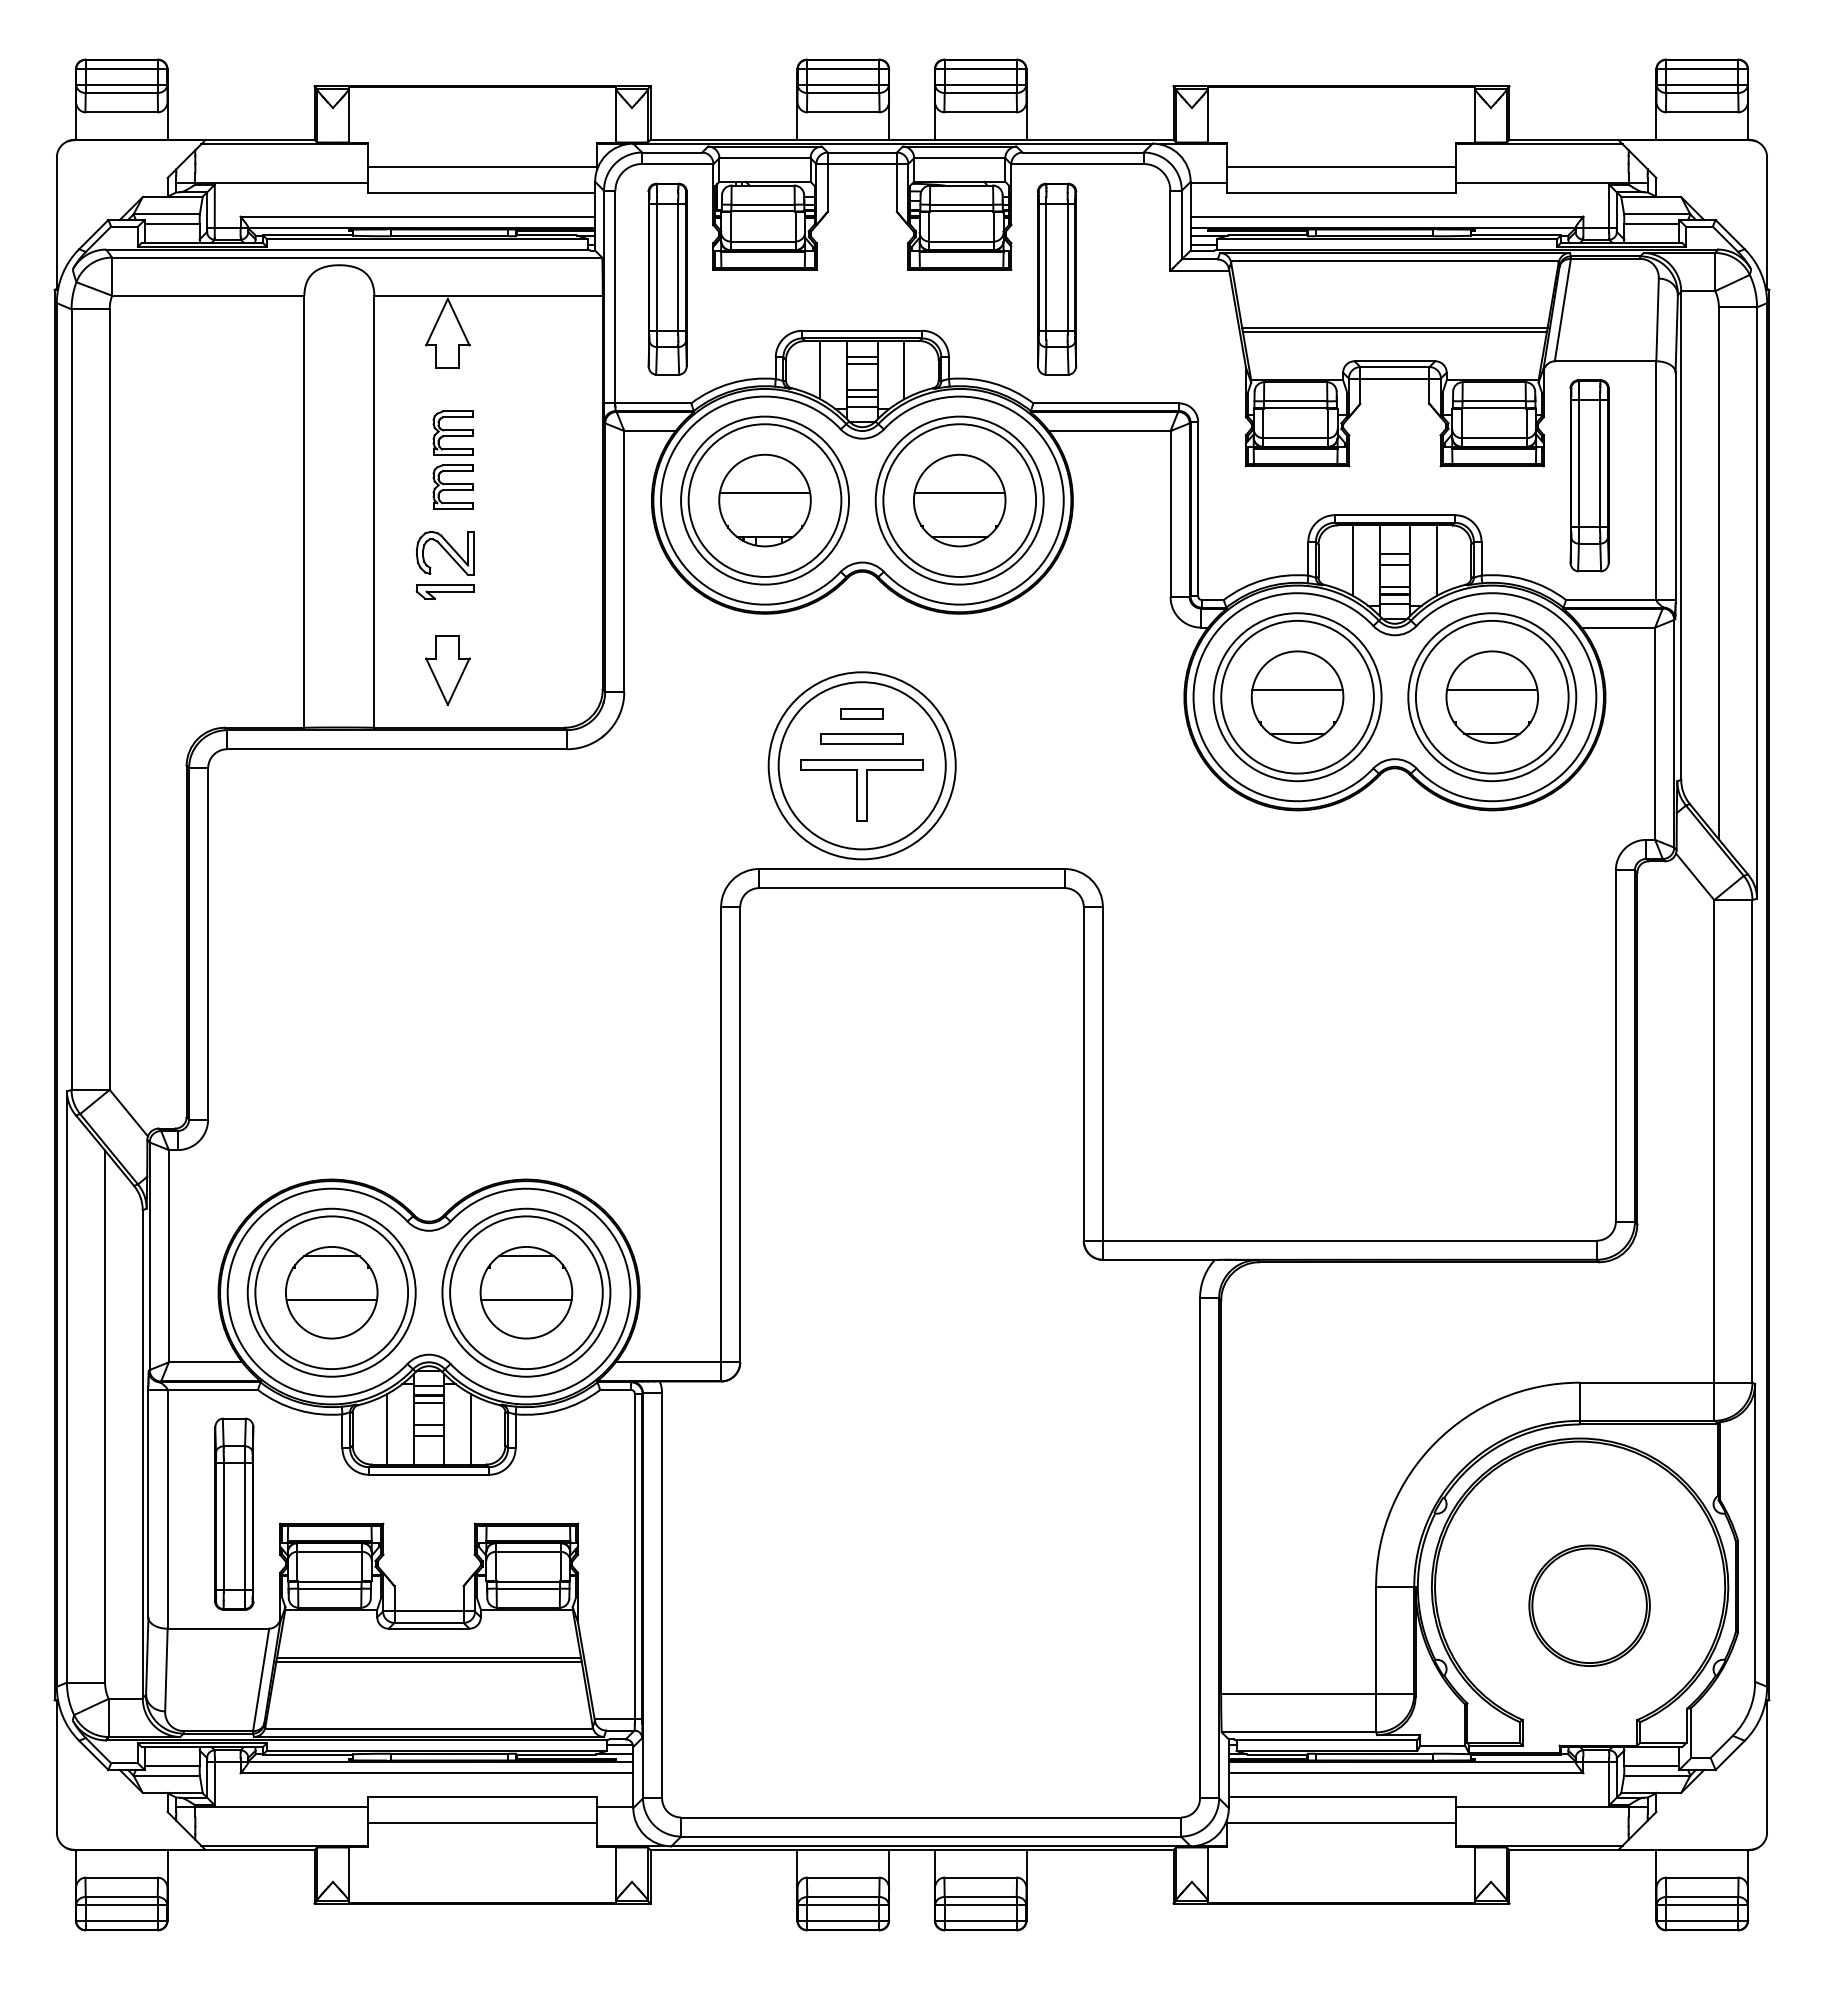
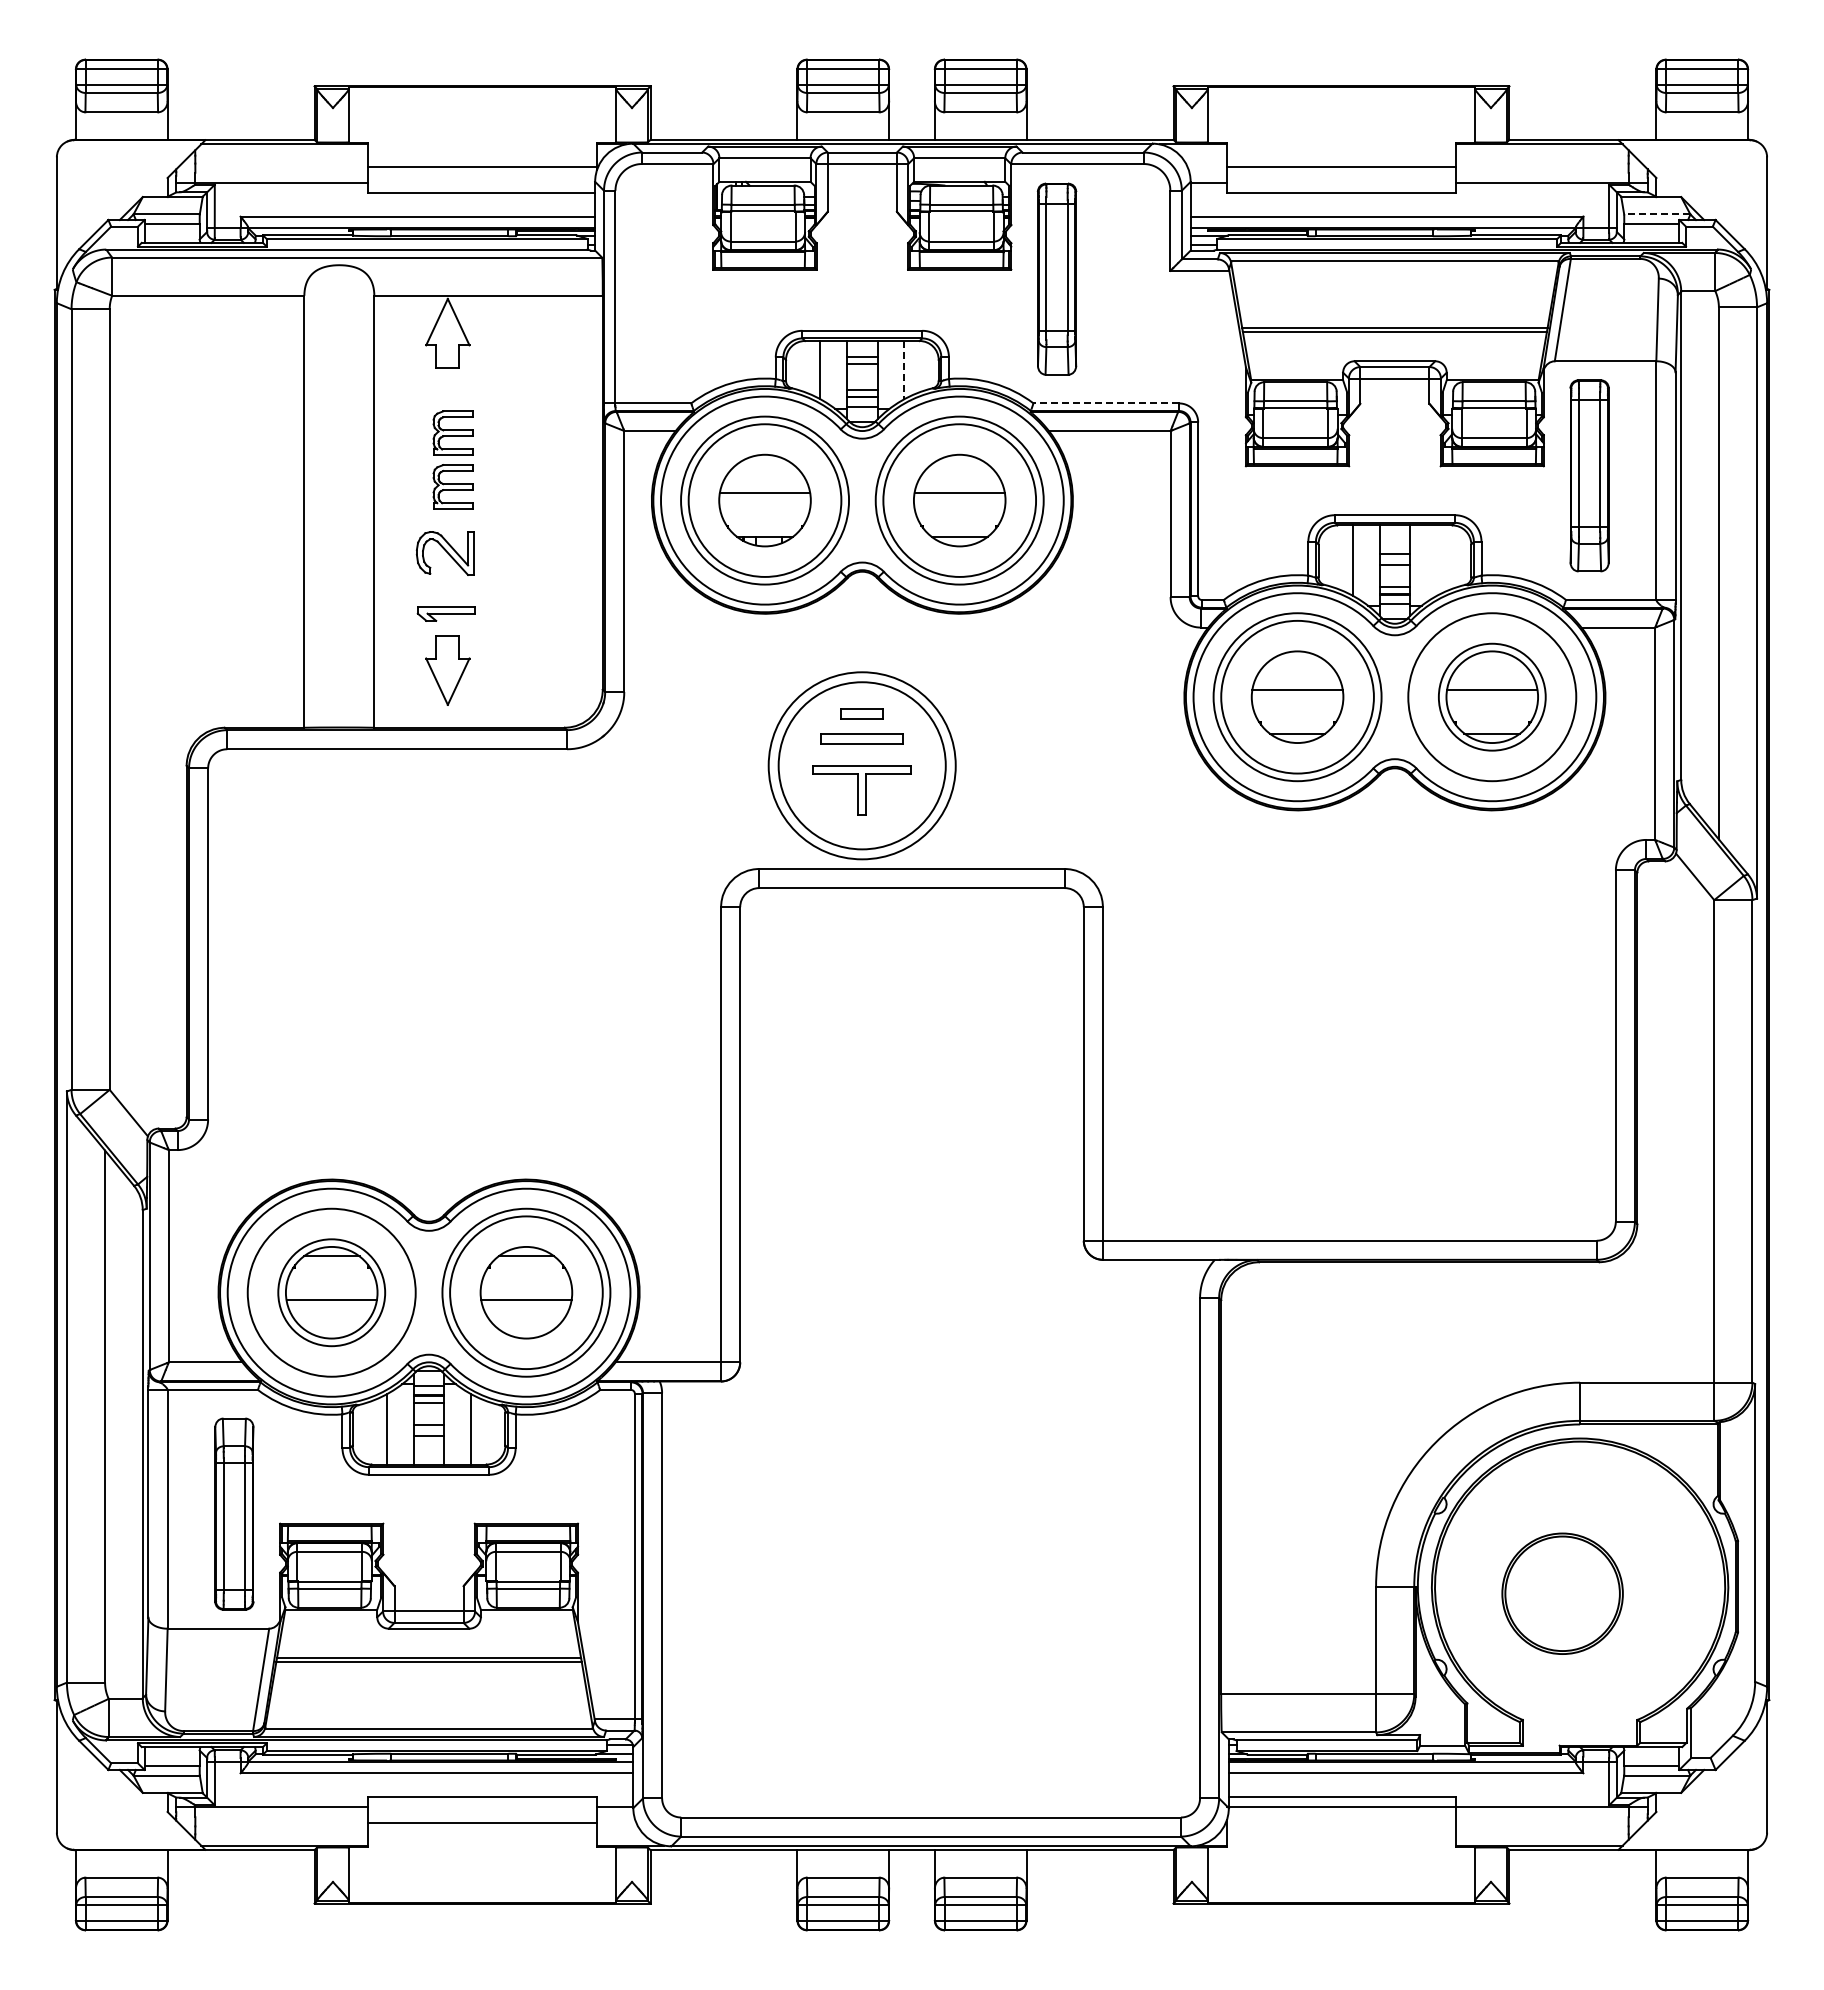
line at (1656, 214): solid -> dashed
part at (667, 278): present -> none
line at (904, 370): solid -> dashed
line at (1106, 403): solid -> dashed
line at (1436, 560): present -> none
part at (444, 591) position: (444, 591) -> (445, 613)
circle at (1491, 696) diameter: 153 px -> 107 px
part at (861, 790) size: 124x63 px -> 100x51 px
circle at (331, 1292) diameter: 153 px -> 107 px
part at (1589, 1605) position: (1589, 1605) -> (1562, 1593)
line at (1341, 1823) position: (1341, 1823) -> (1341, 1807)
